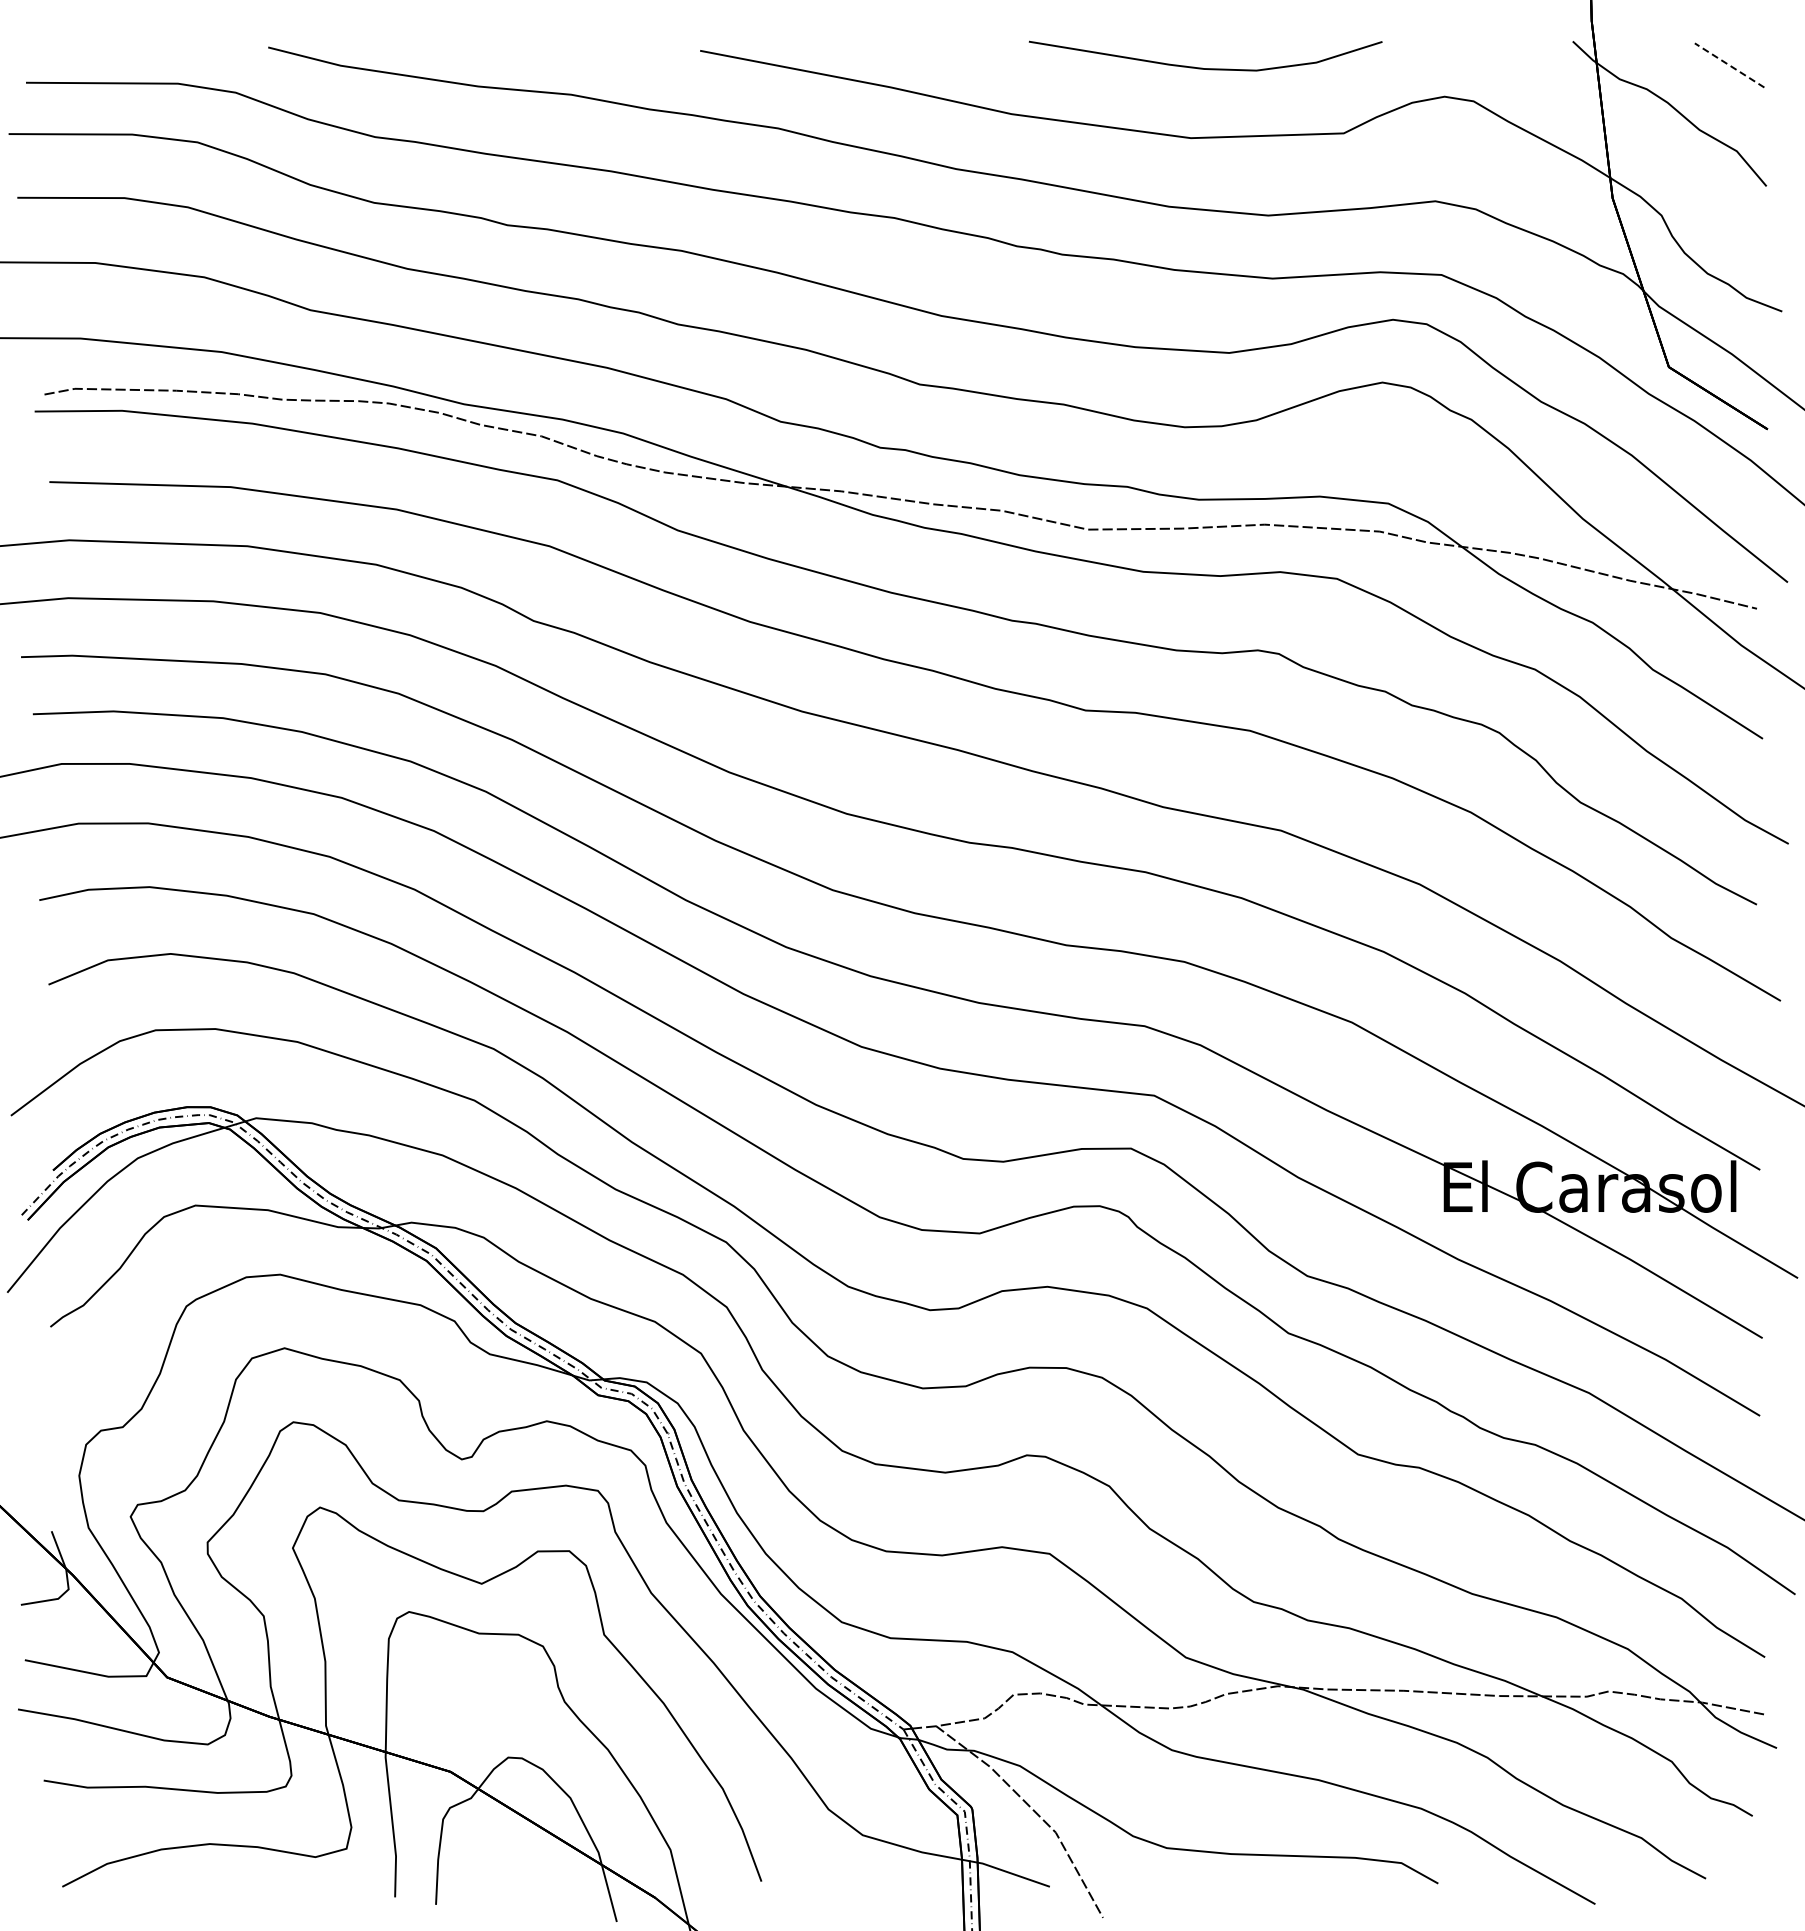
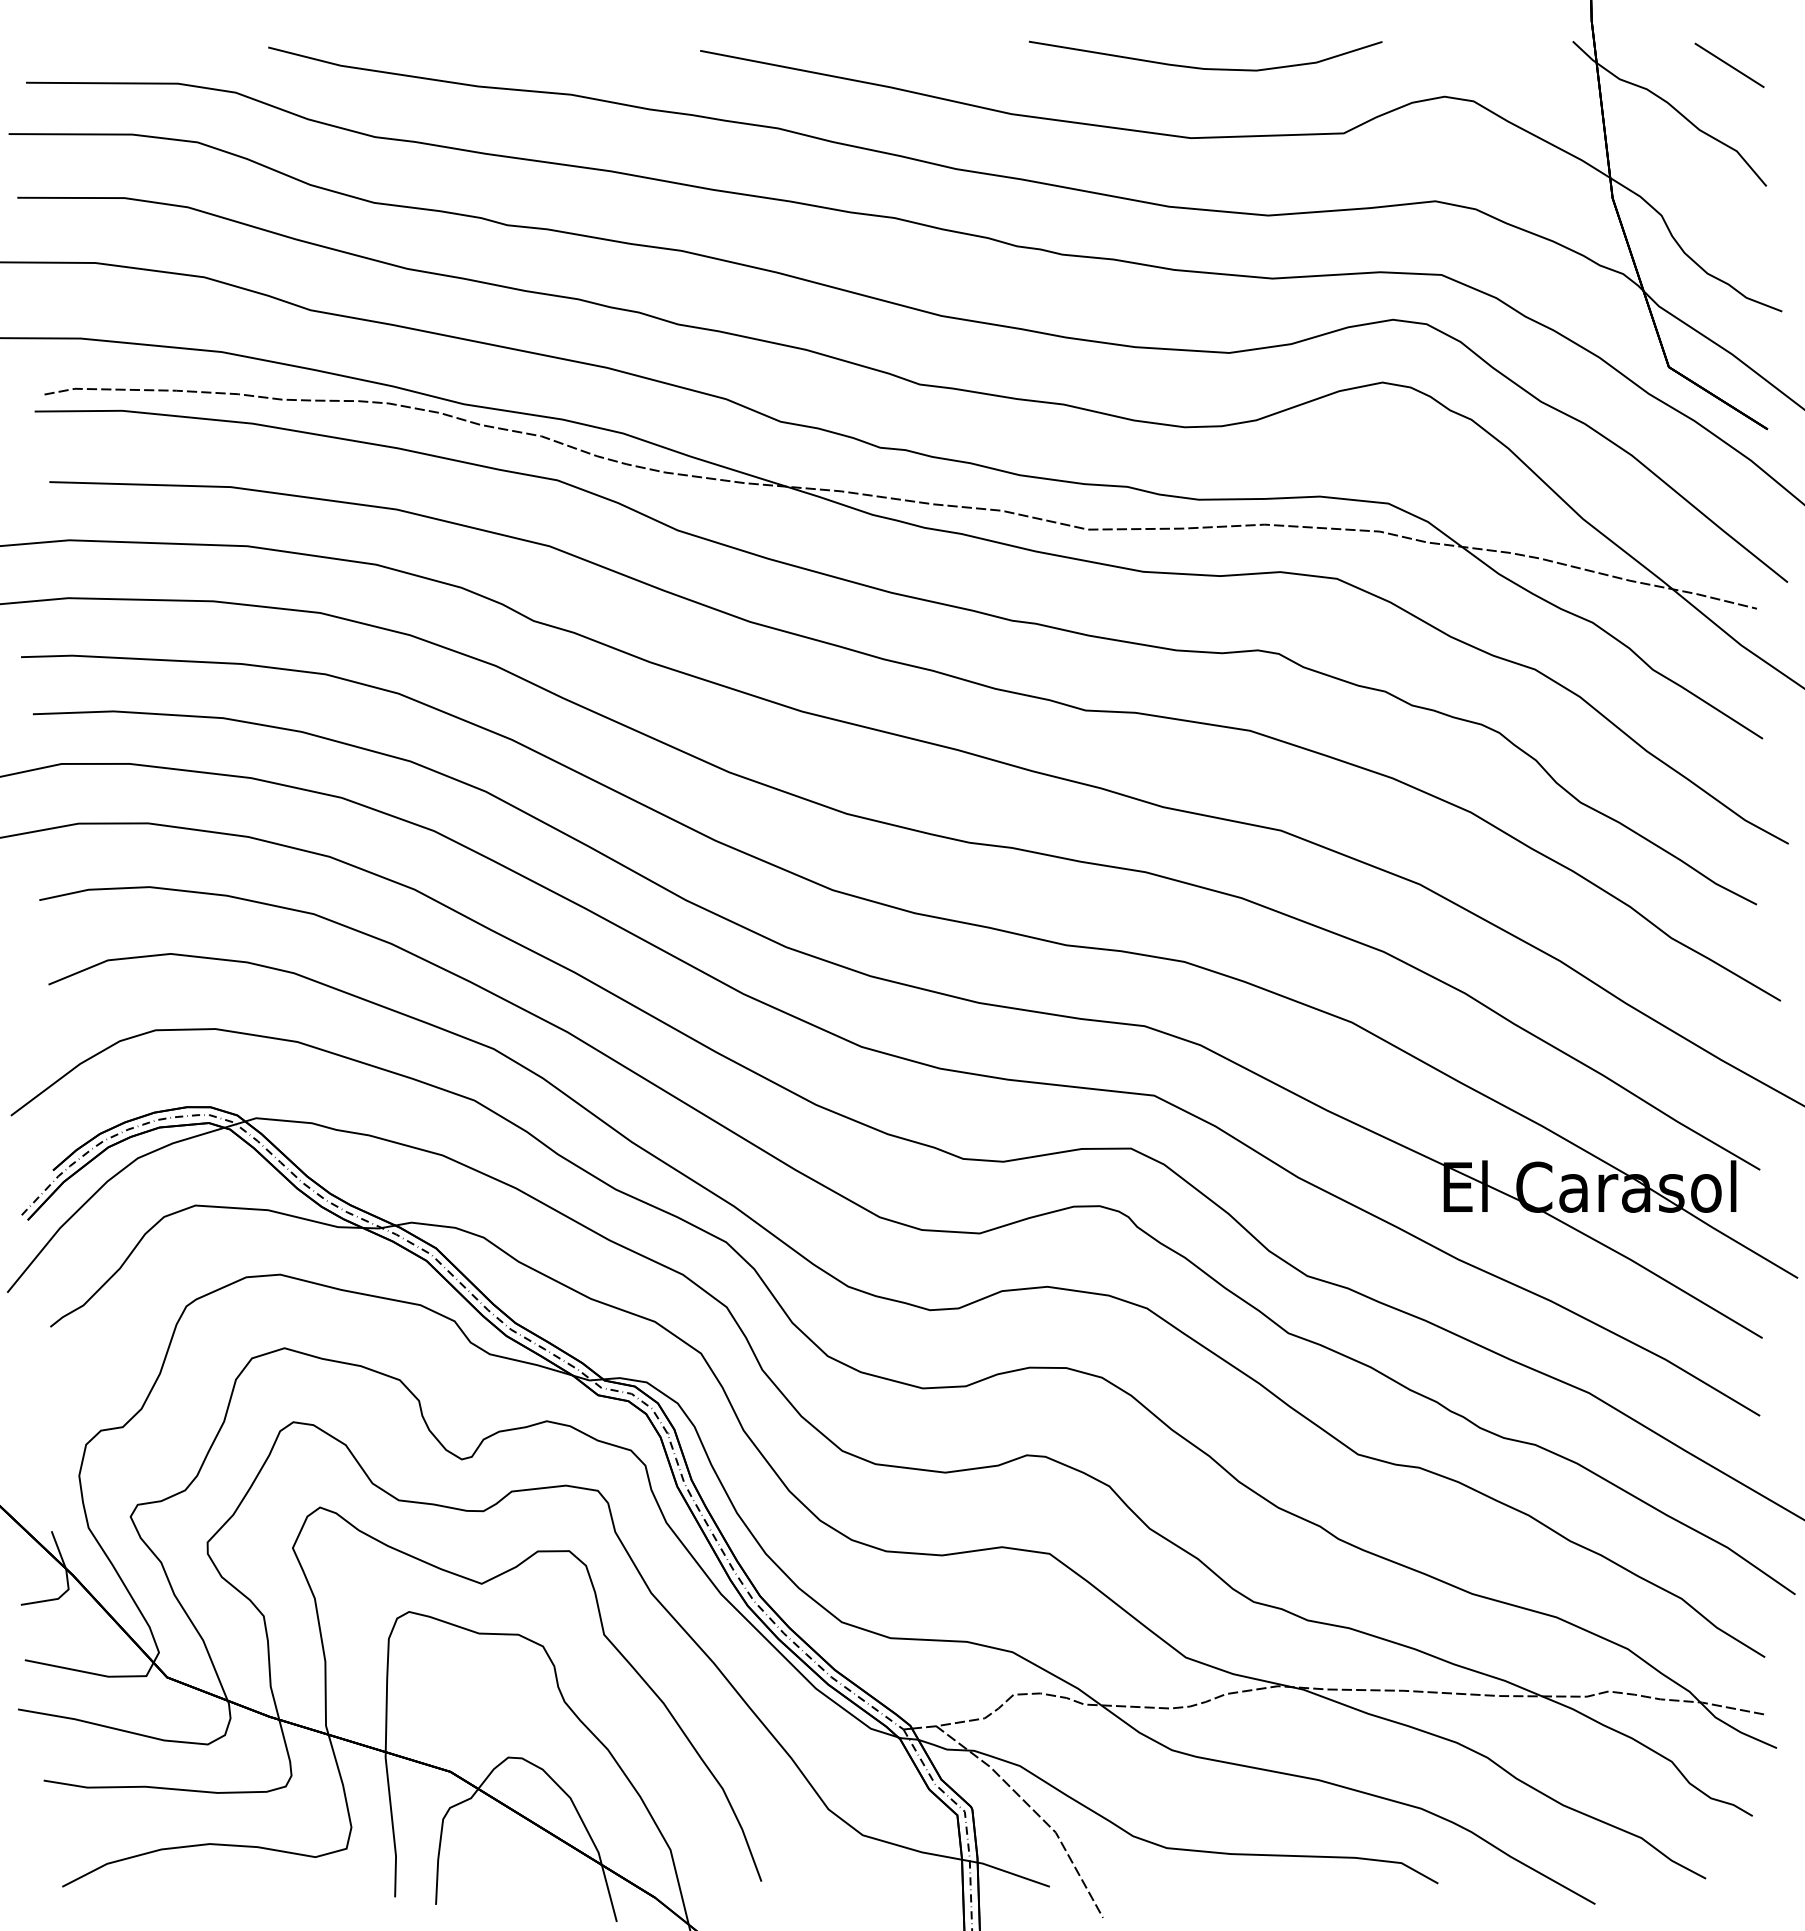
line at (1729, 65): dashed -> solid
